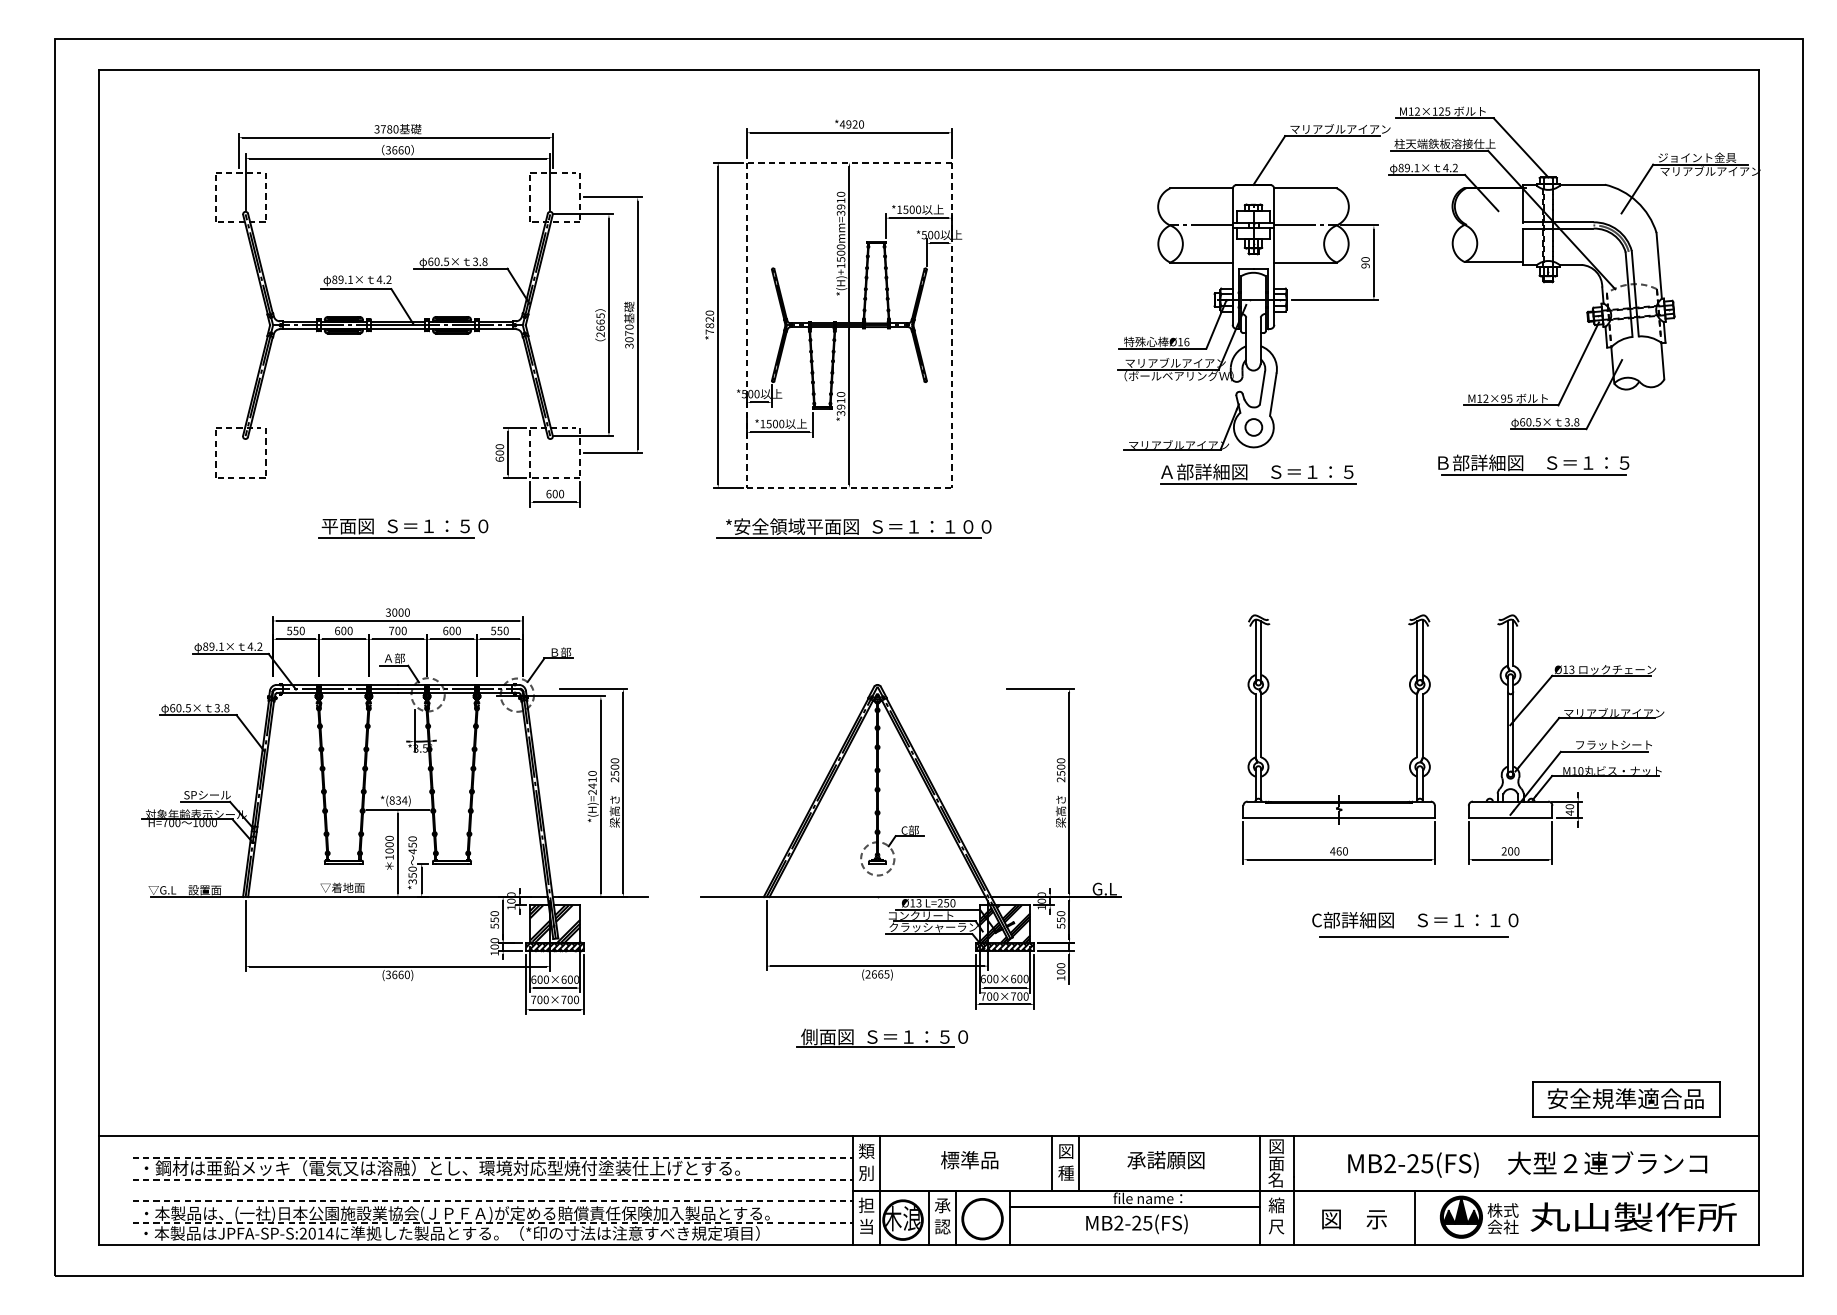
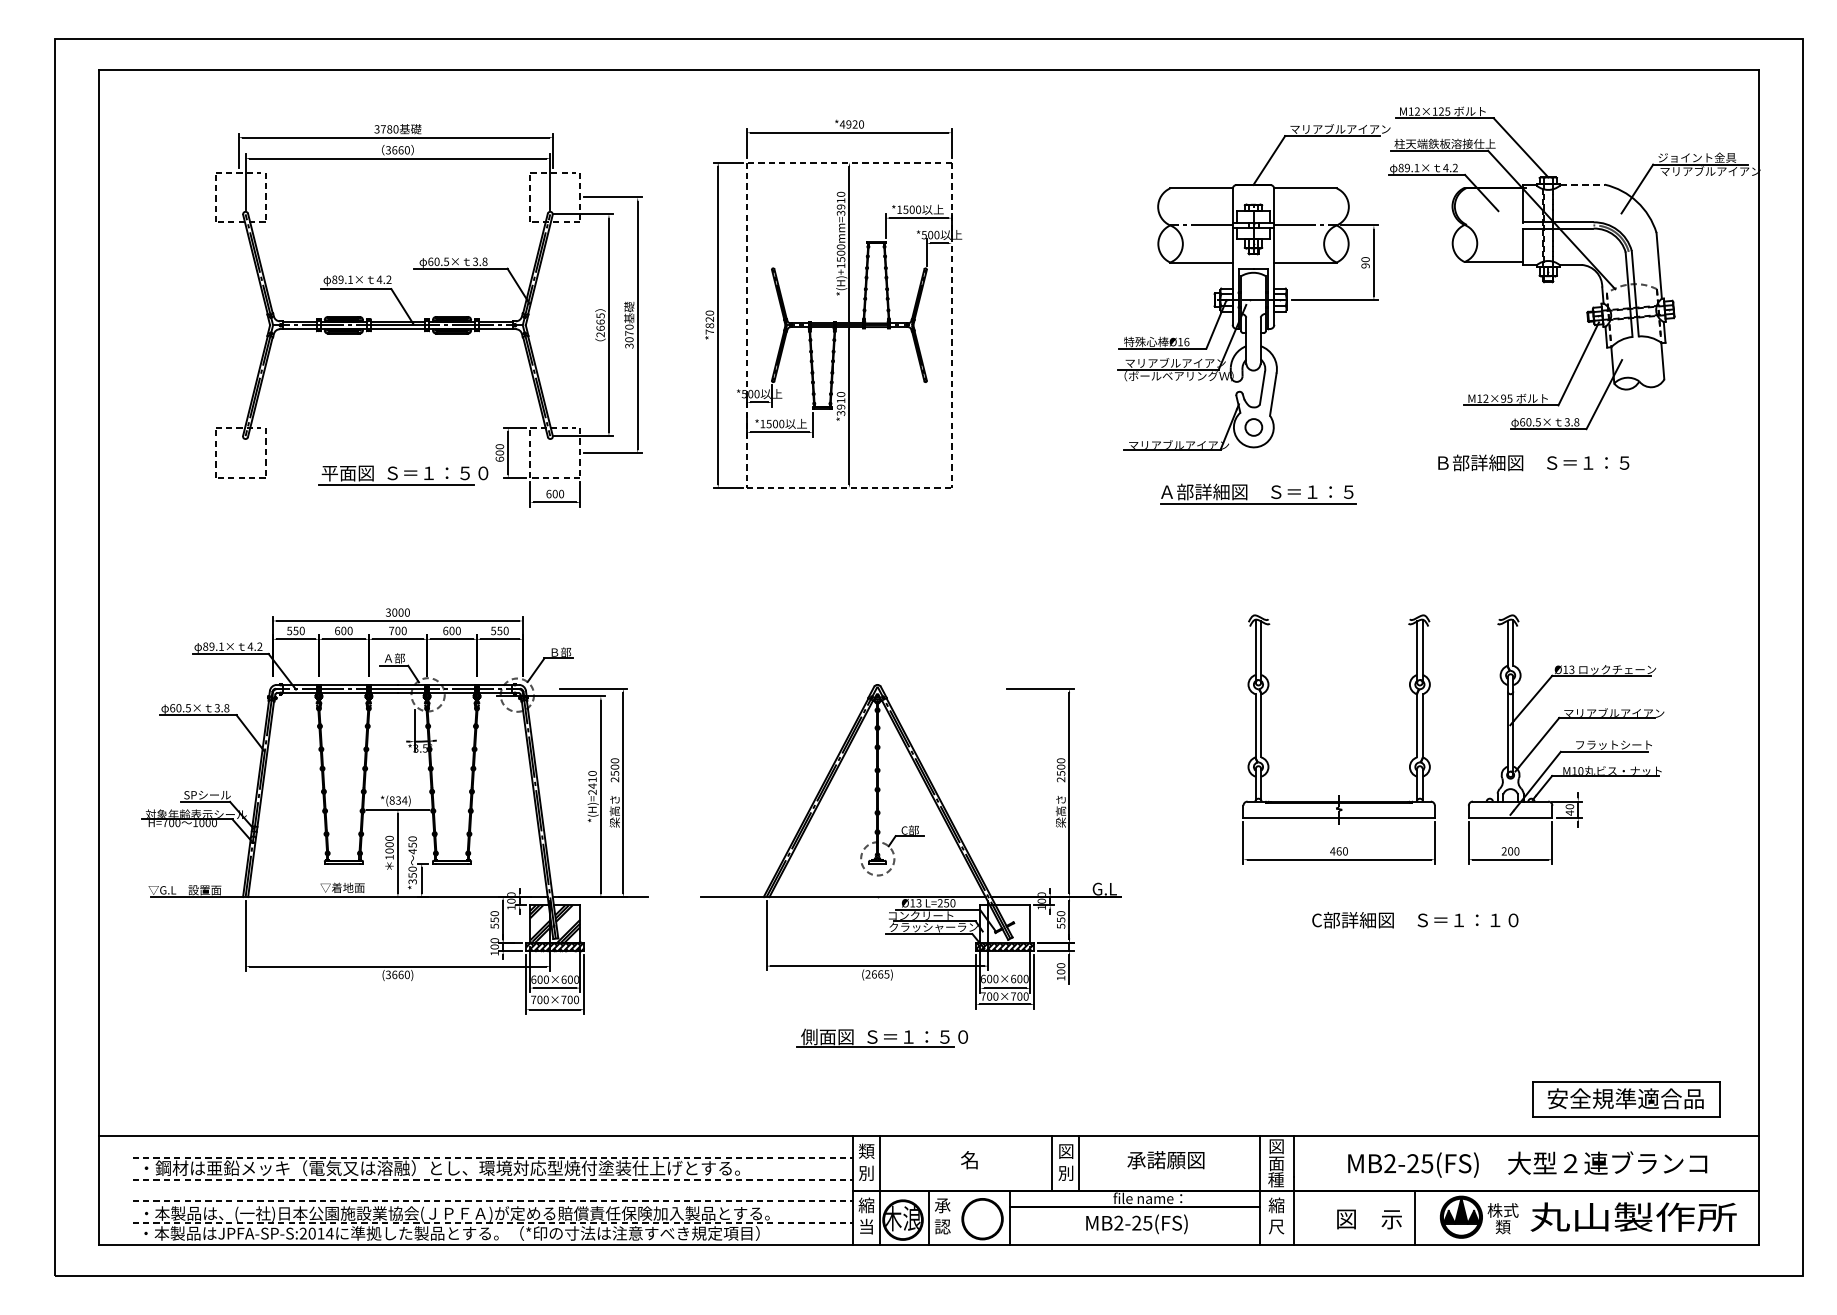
line at (1582, 184): solid -> dashed
line at (1534, 475): present -> none
part at (1258, 483) position: (1258, 483) -> (1258, 503)
part at (403, 528) position: (403, 528) -> (403, 475)
part at (853, 528): present -> none
hatch at (1005, 923): present -> none
line at (1413, 936): present -> none
text at (969, 1160): 標準品 -> 名
text at (1066, 1172): 種 -> 別
text at (1275, 1179): 名 -> 種
text at (866, 1205): 担 -> 縮
line at (956, 1217): present -> none
text at (1354, 1219) position: (1354, 1219) -> (1369, 1219)
text at (1502, 1226): 会社 -> 類
